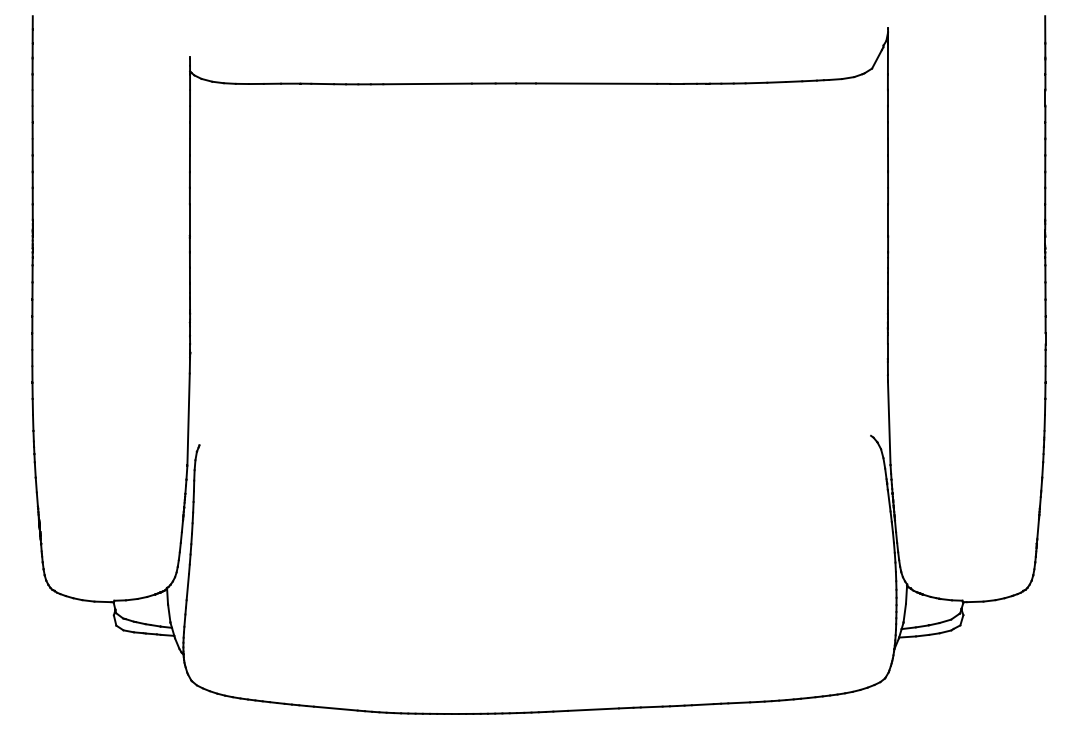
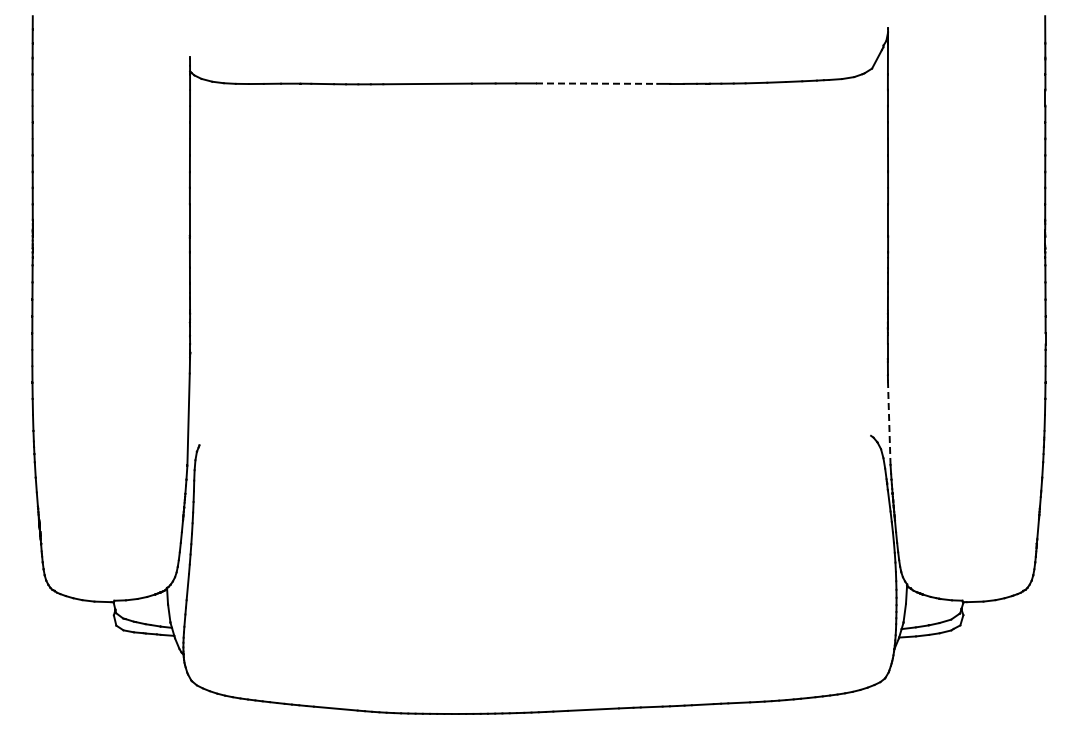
line at (596, 83): solid -> dashed
line at (889, 423): solid -> dashed
